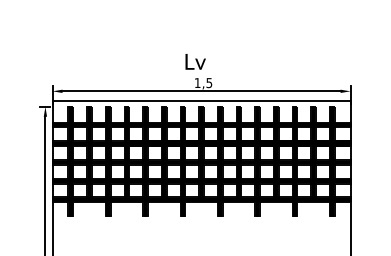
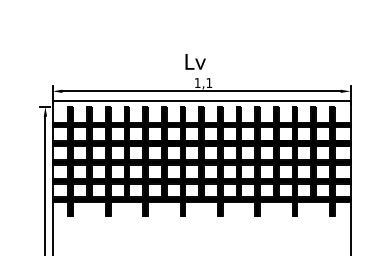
text at (209, 83): 1,5 -> 1,1
